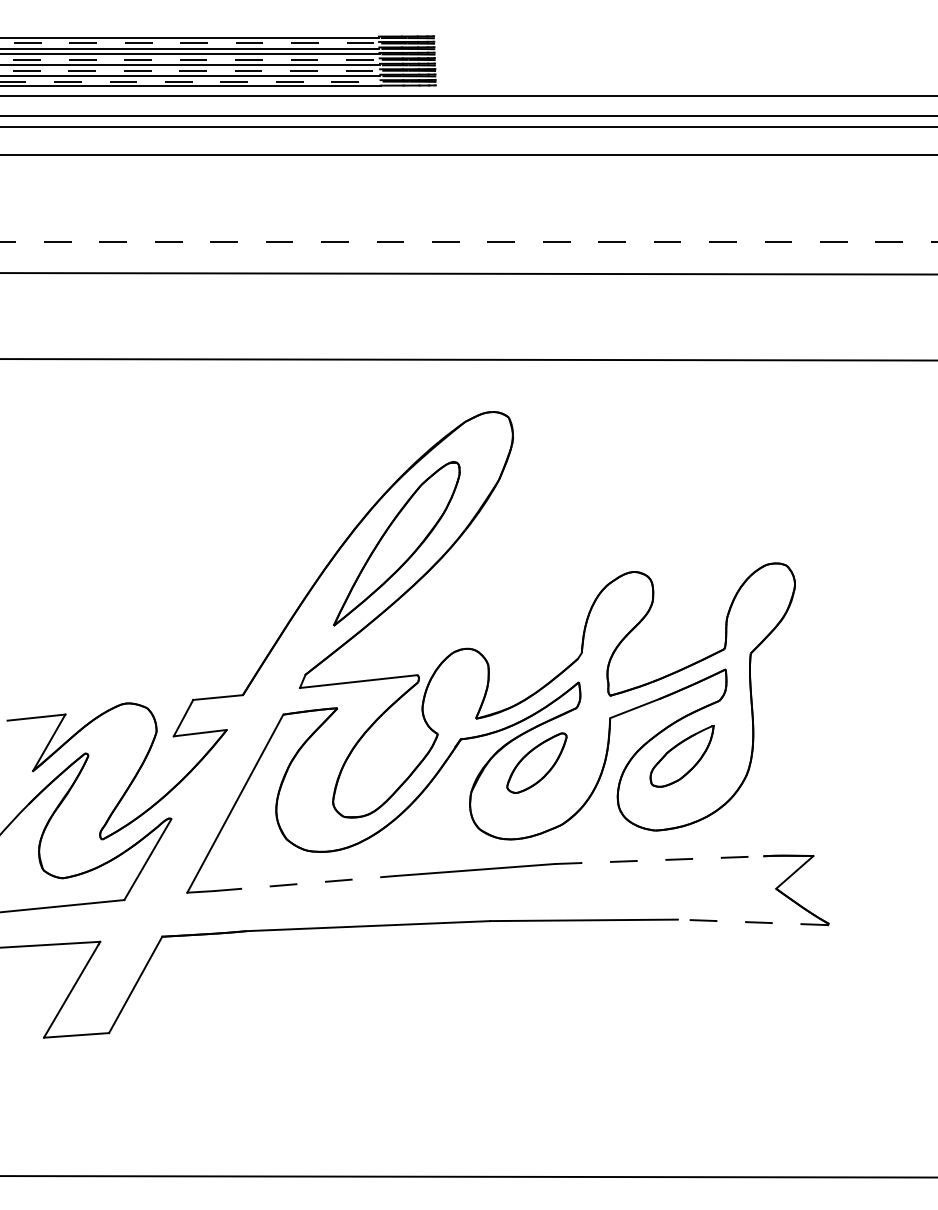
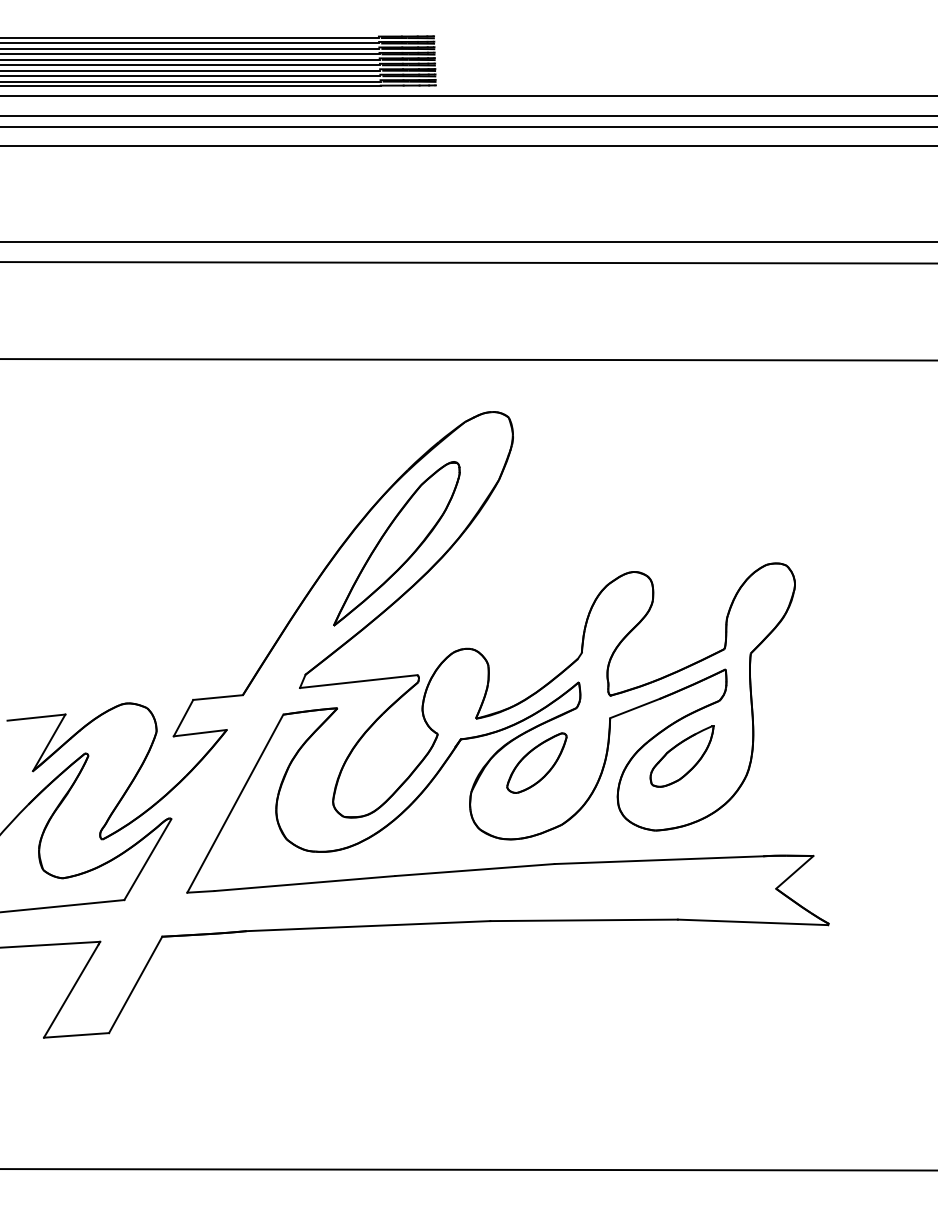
line at (190, 43): dashed -> solid
line at (190, 59): dashed -> solid
line at (190, 70): dashed -> solid
line at (190, 81): dashed -> solid
line at (468, 154) position: (468, 154) -> (468, 145)
line at (469, 241): dashed -> solid
line at (468, 273) position: (468, 273) -> (468, 262)
line at (659, 860): dashed -> solid
line at (304, 883): dashed -> solid
line at (752, 922): dashed -> solid
line at (468, 1176) position: (468, 1176) -> (468, 1169)
